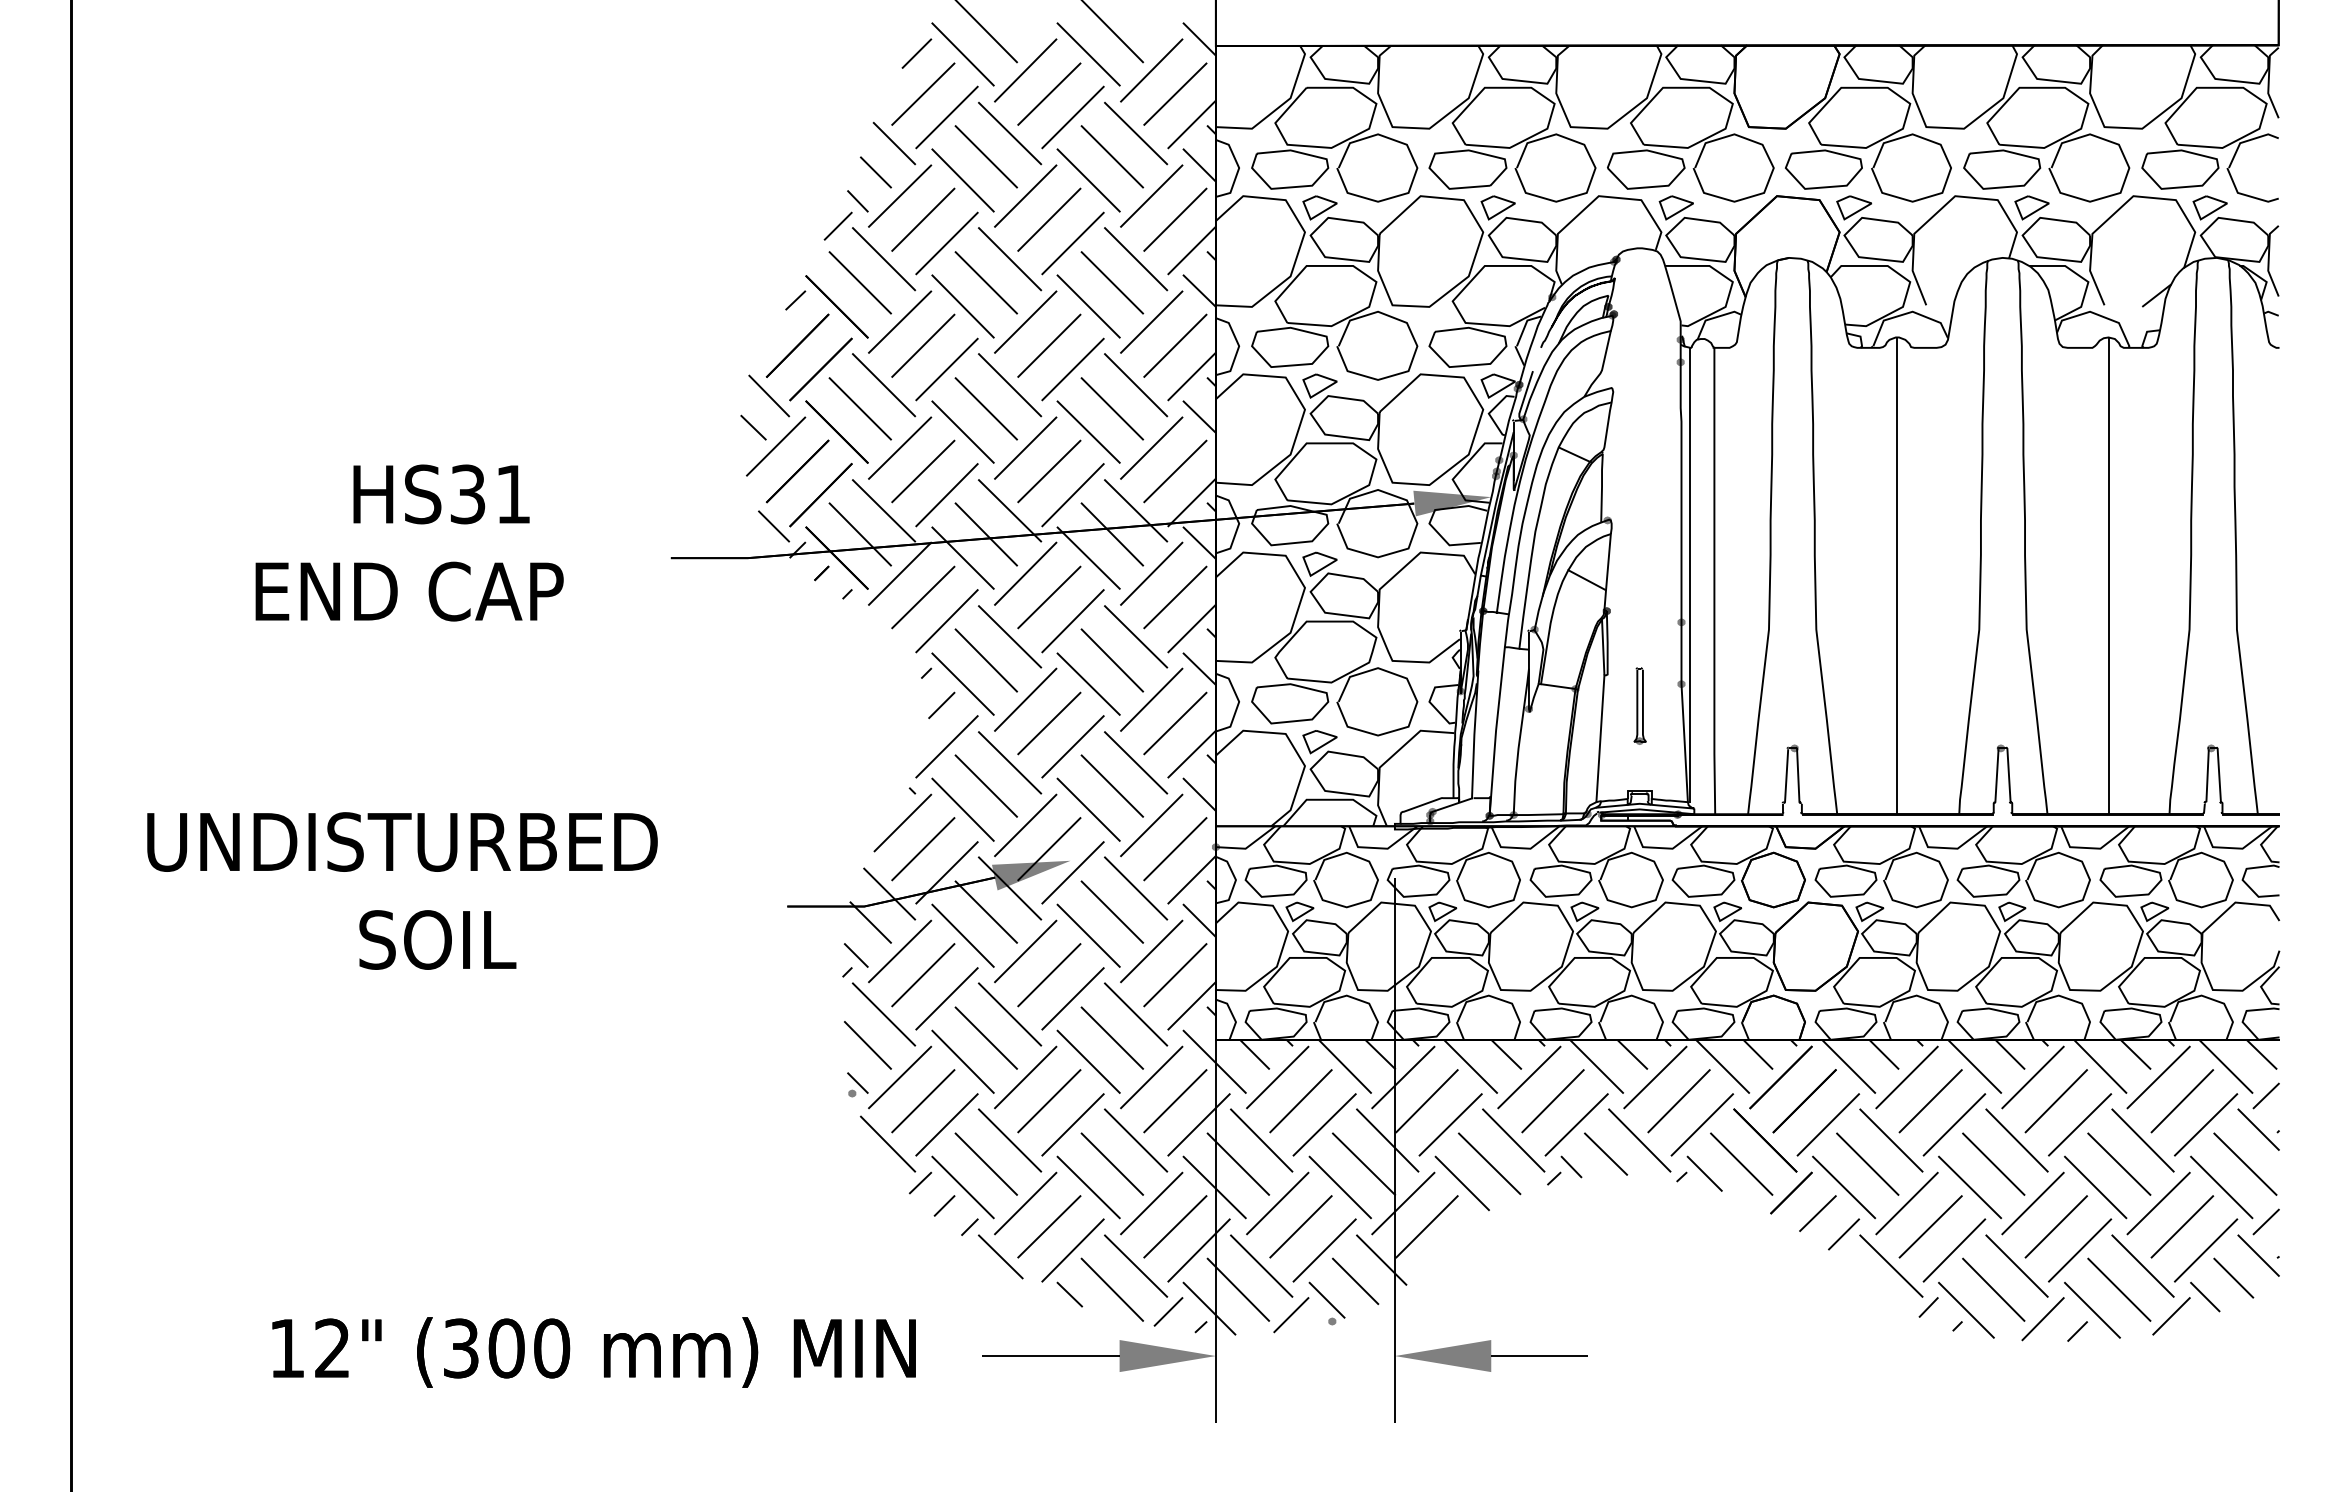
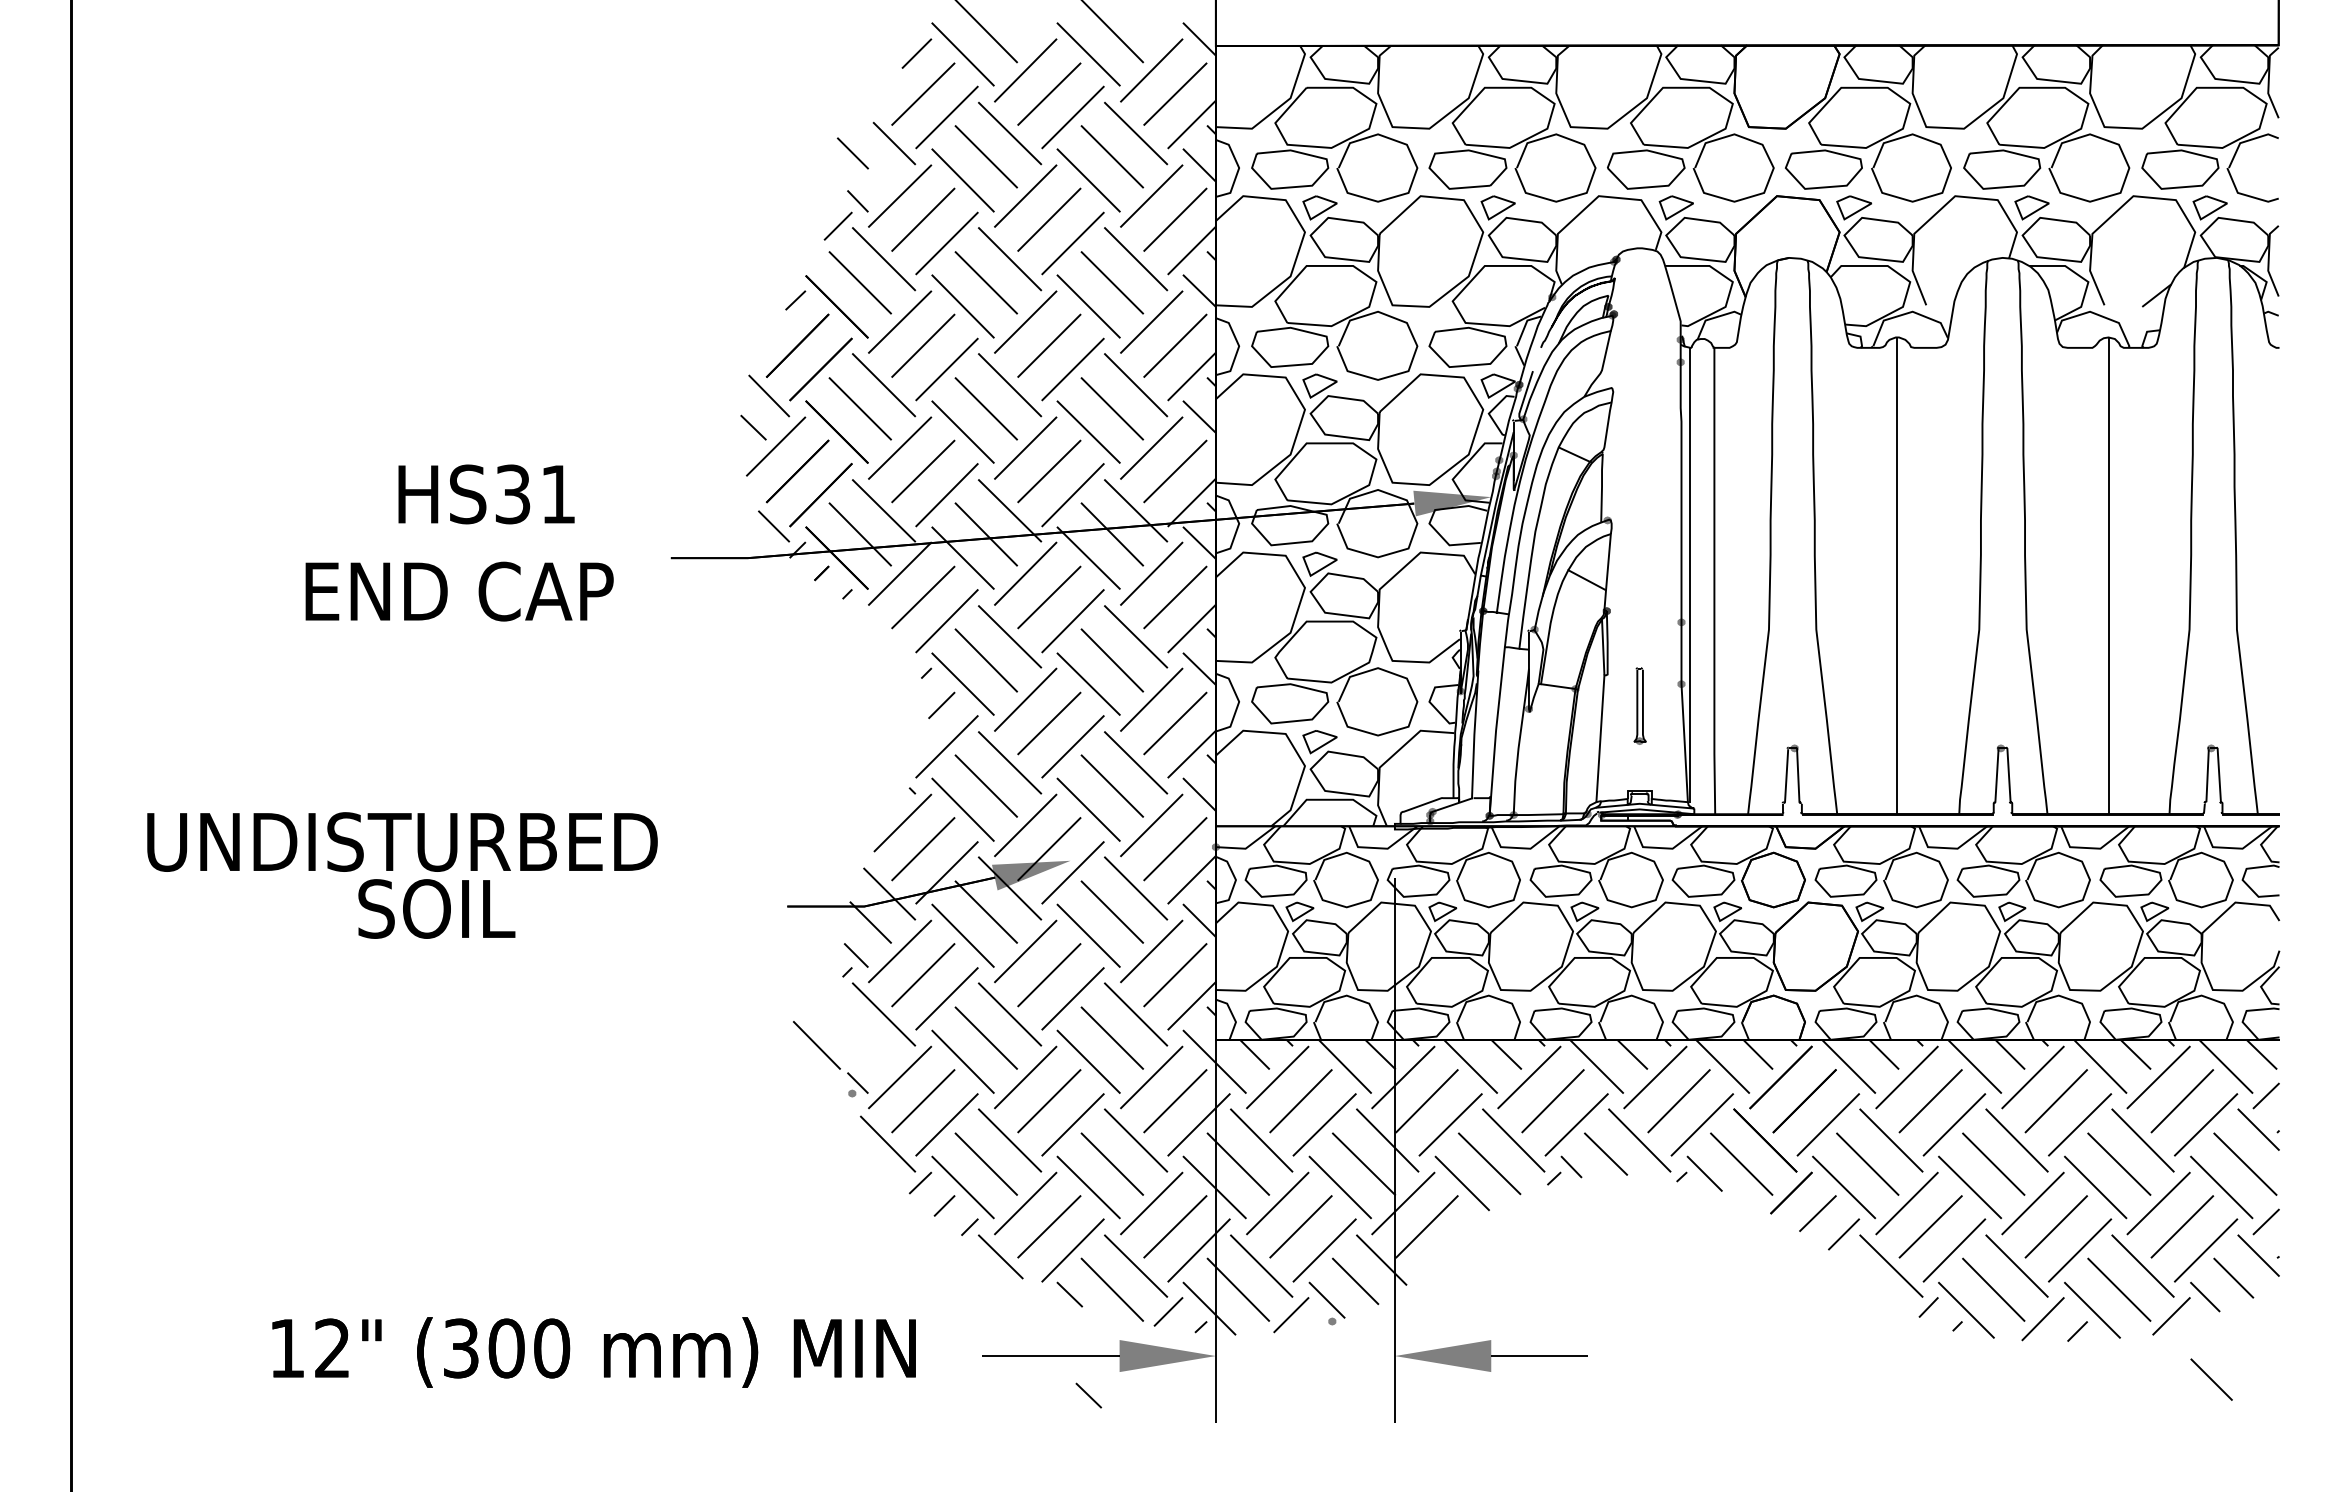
line at (875, 172) position: (875, 172) -> (852, 153)
text at (441, 494) position: (441, 494) -> (486, 494)
text at (409, 591) position: (409, 591) -> (459, 591)
text at (437, 939) position: (437, 939) -> (436, 908)
line at (867, 1045) position: (867, 1045) -> (816, 1045)
line at (2211, 1379): none -> present
line at (1088, 1395): none -> present
